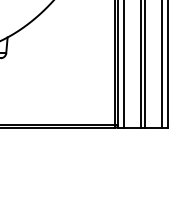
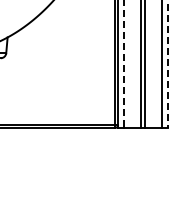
line at (123, 64): solid -> dashed
line at (167, 64): solid -> dashed
